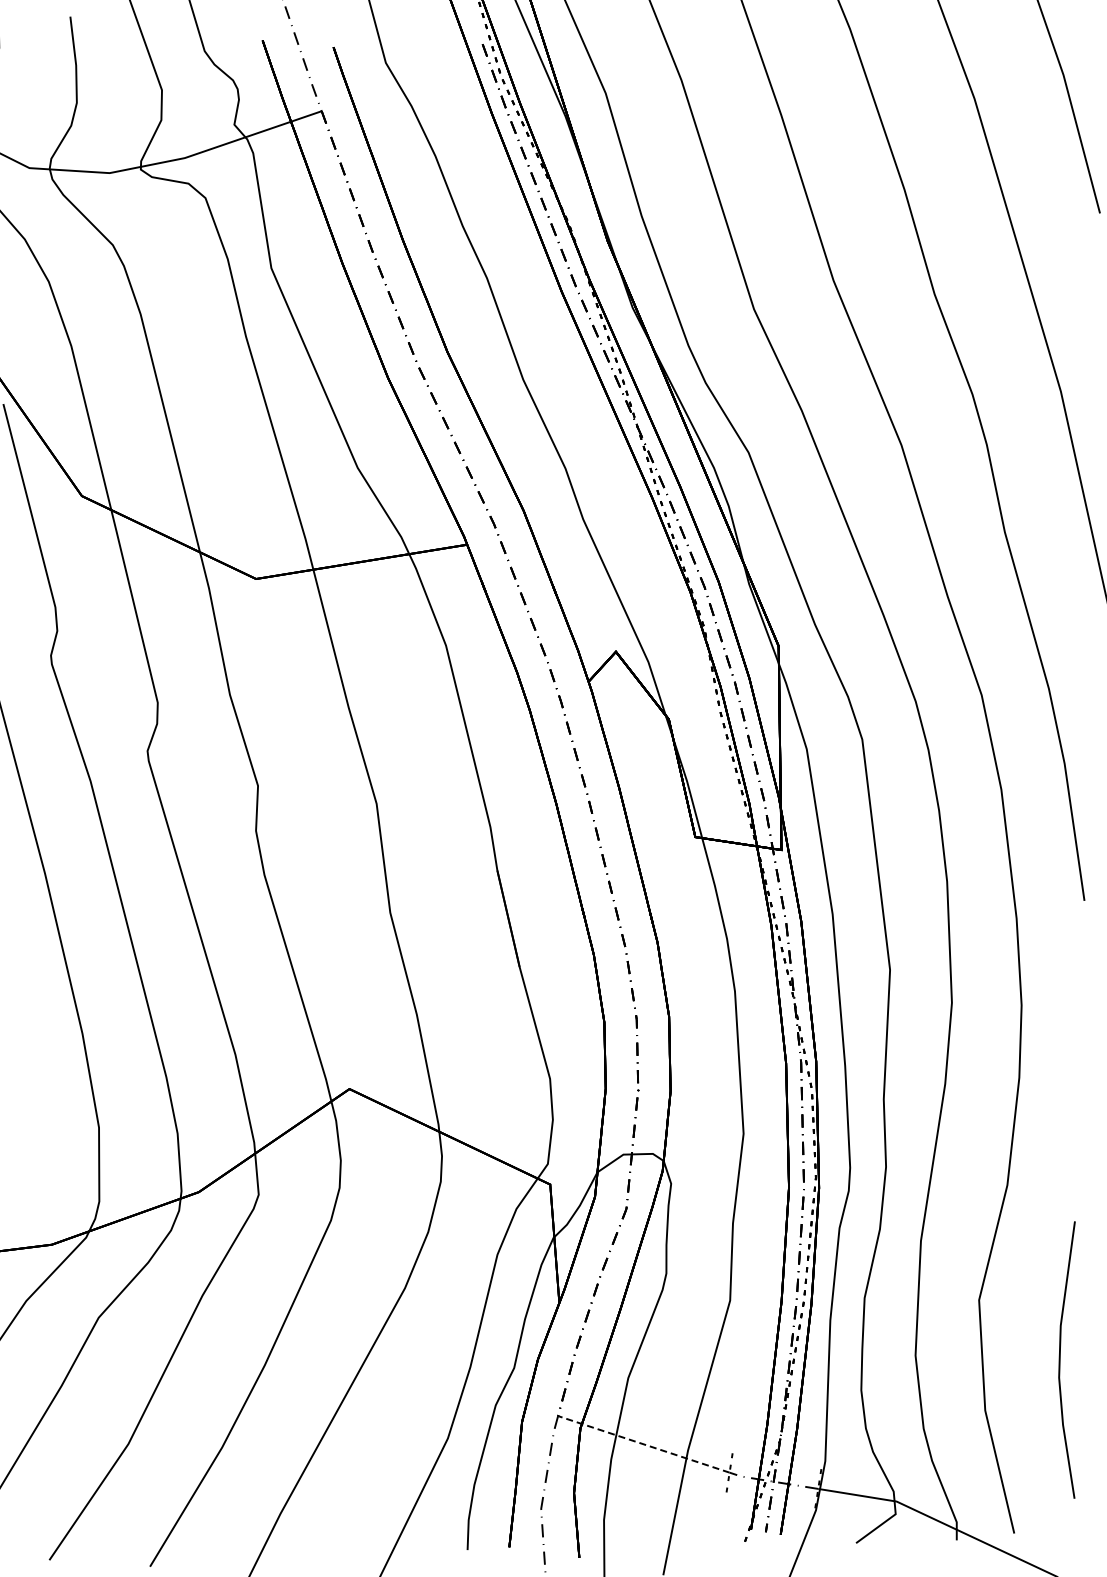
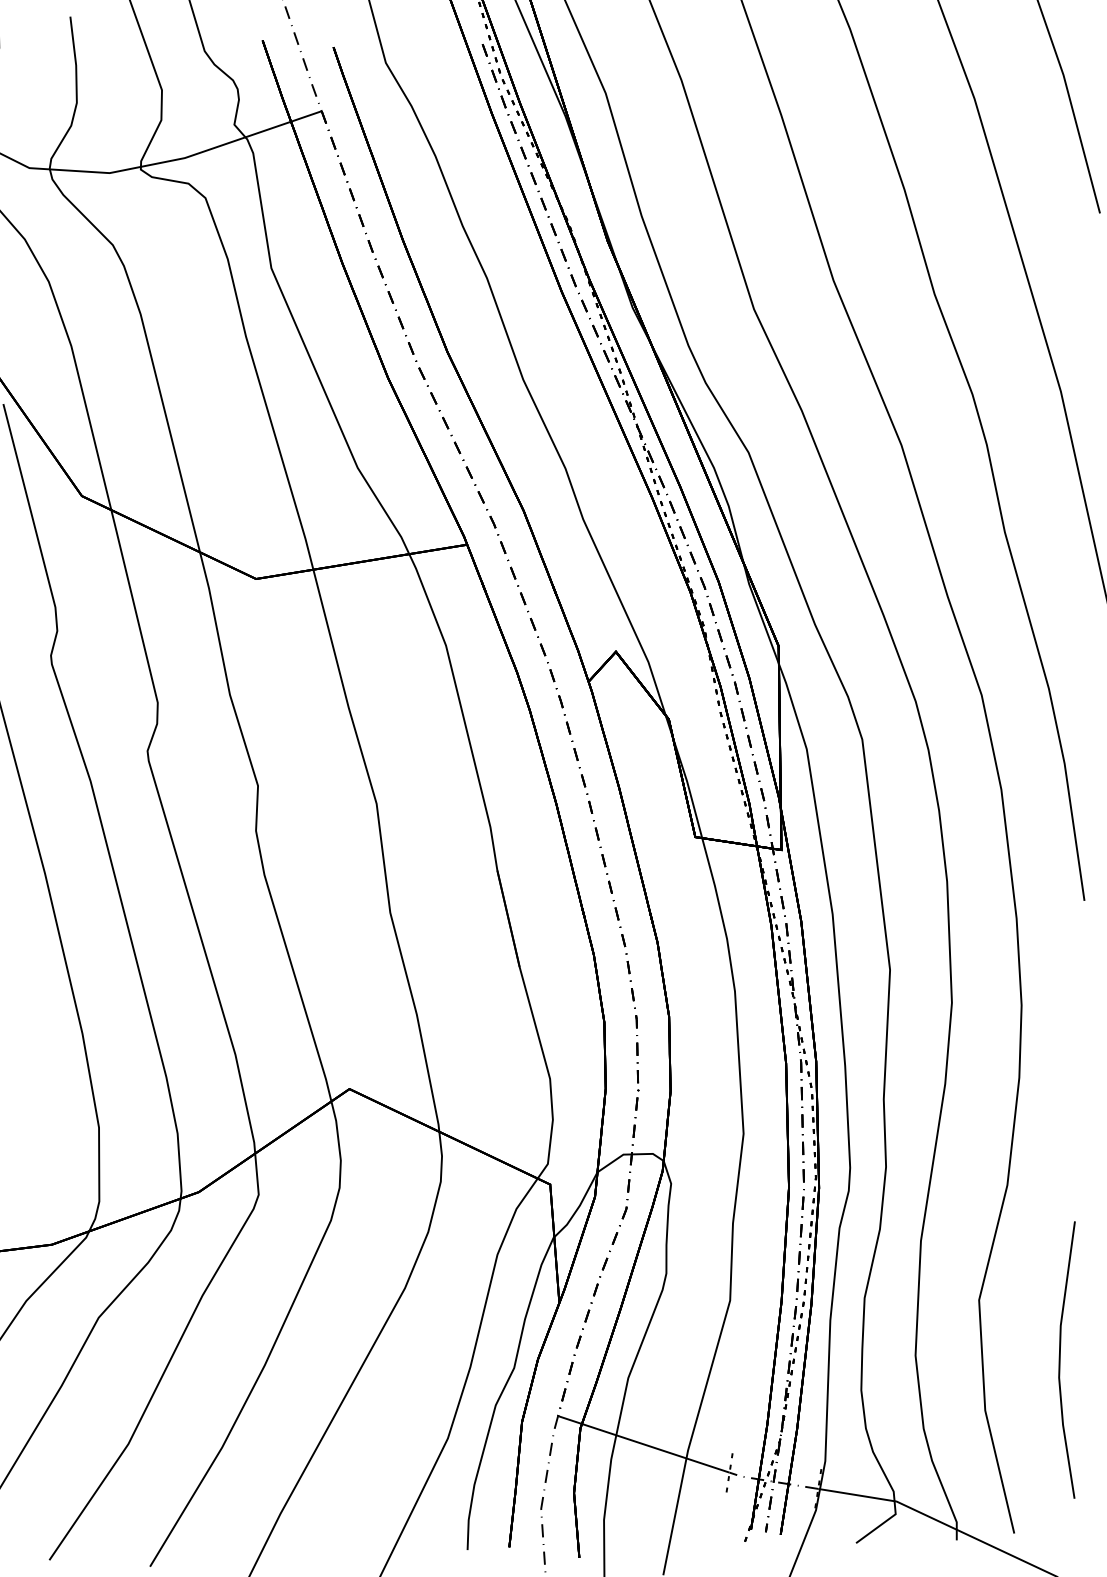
line at (643, 1444): dashed -> solid
